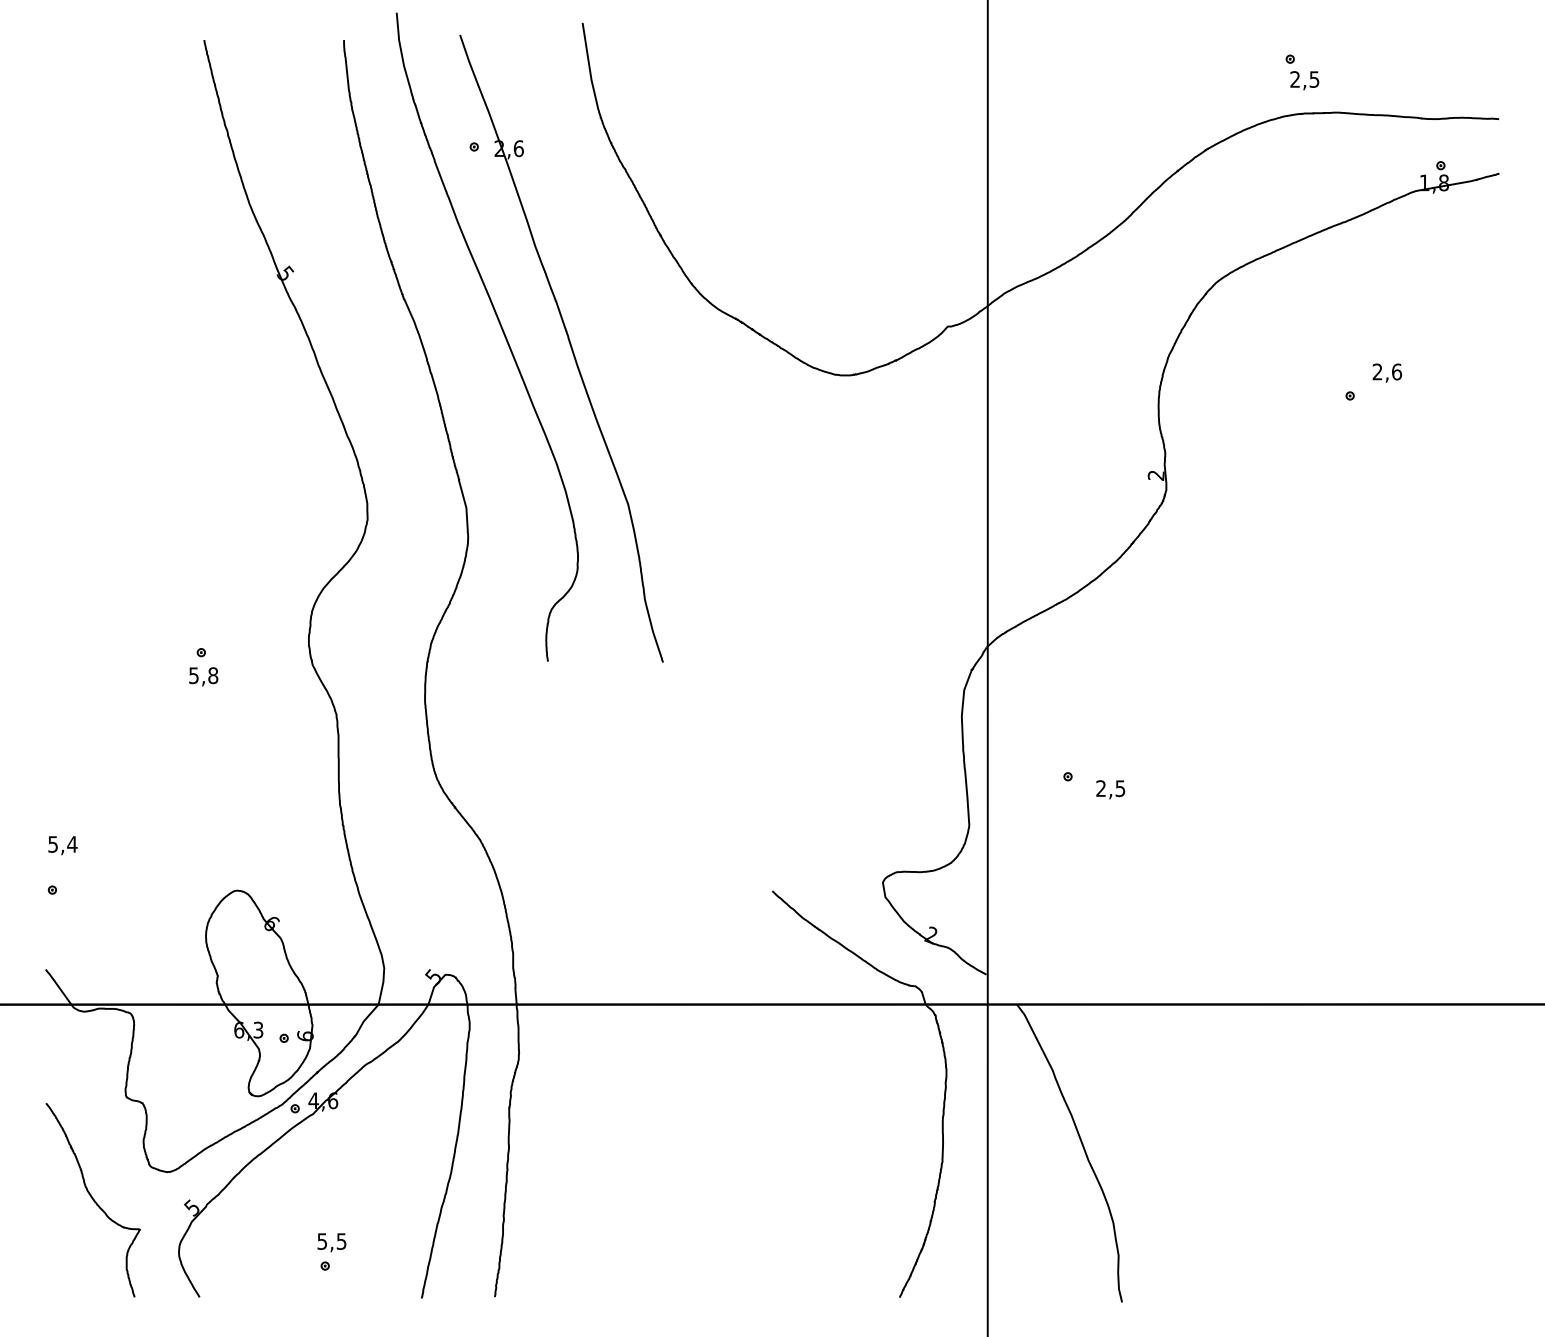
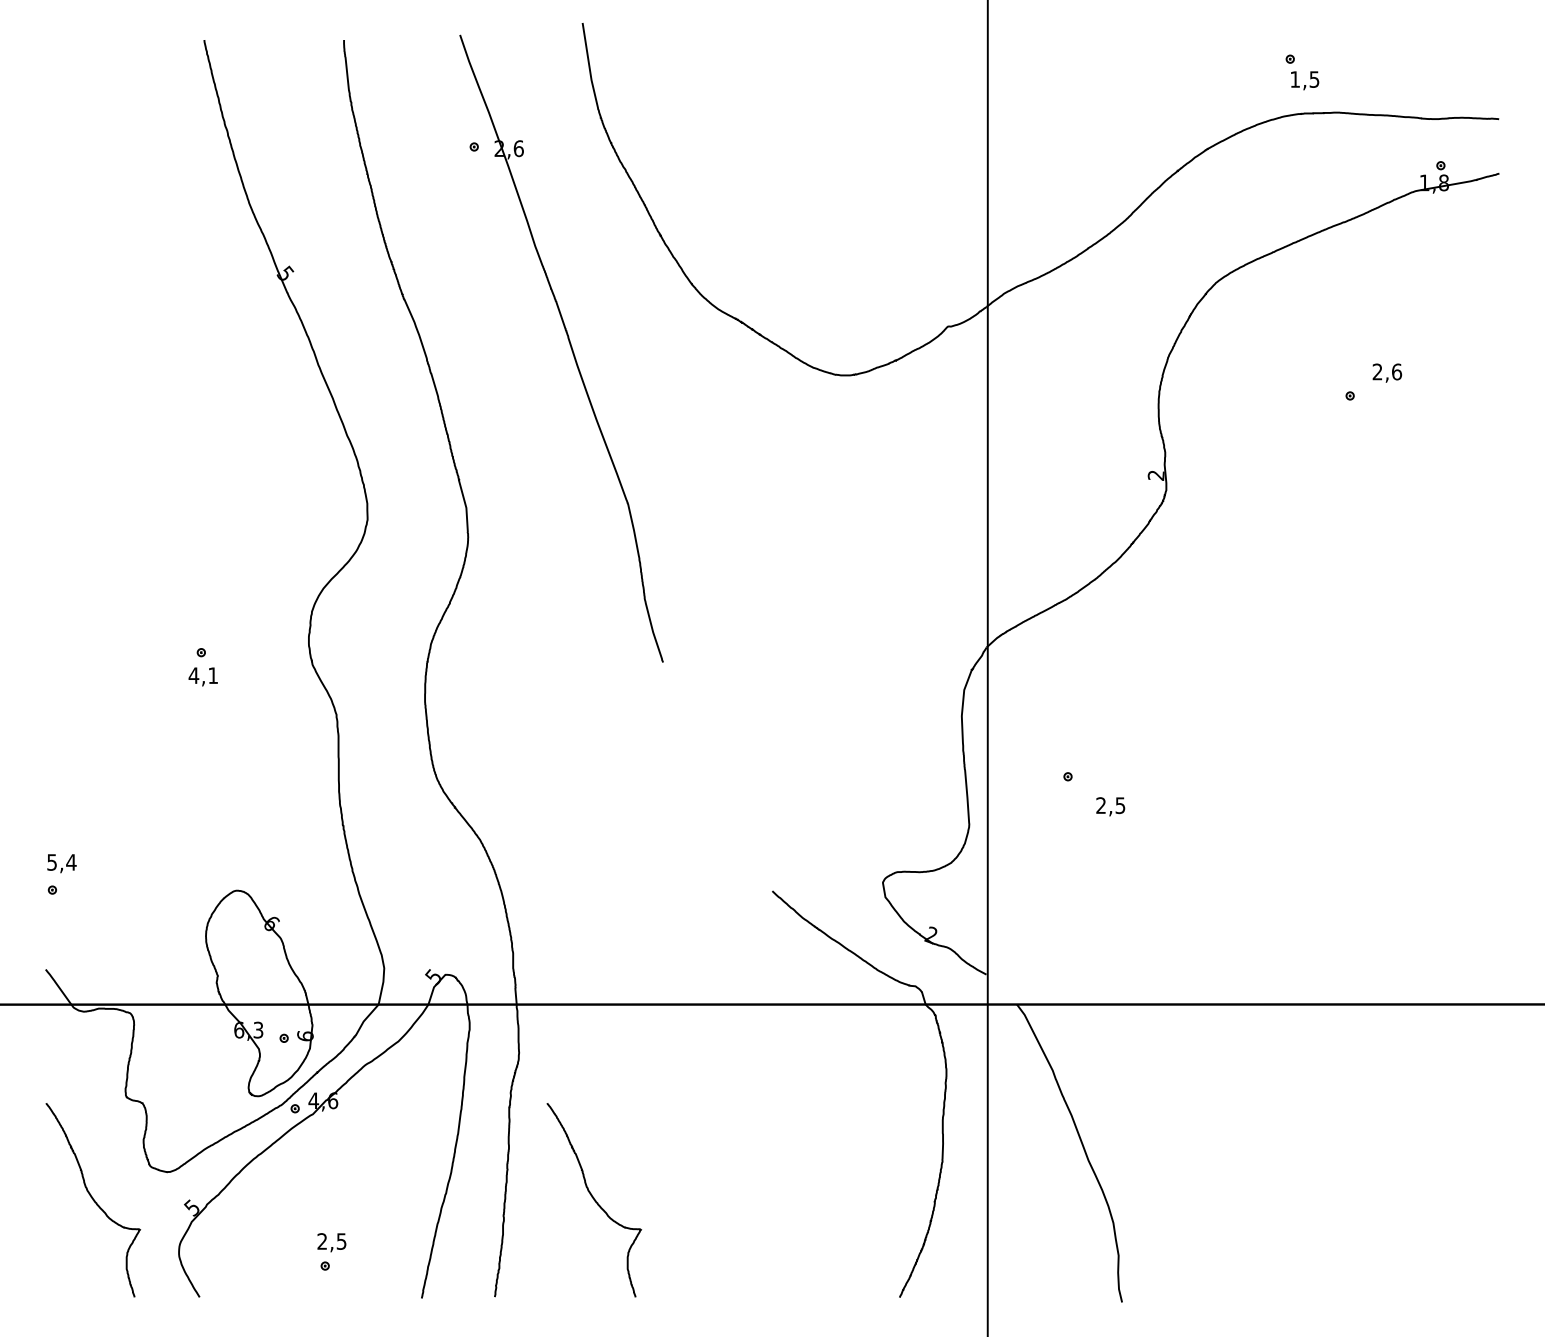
text at (1294, 79): 2,5 -> 1,5
curve at (502, 332): present -> none
text at (203, 675): 5,8 -> 4,1
text at (1110, 789) position: (1110, 789) -> (1110, 806)
text at (62, 845) position: (62, 845) -> (61, 863)
curve at (594, 1200): none -> present
text at (321, 1241): 5,5 -> 2,5
